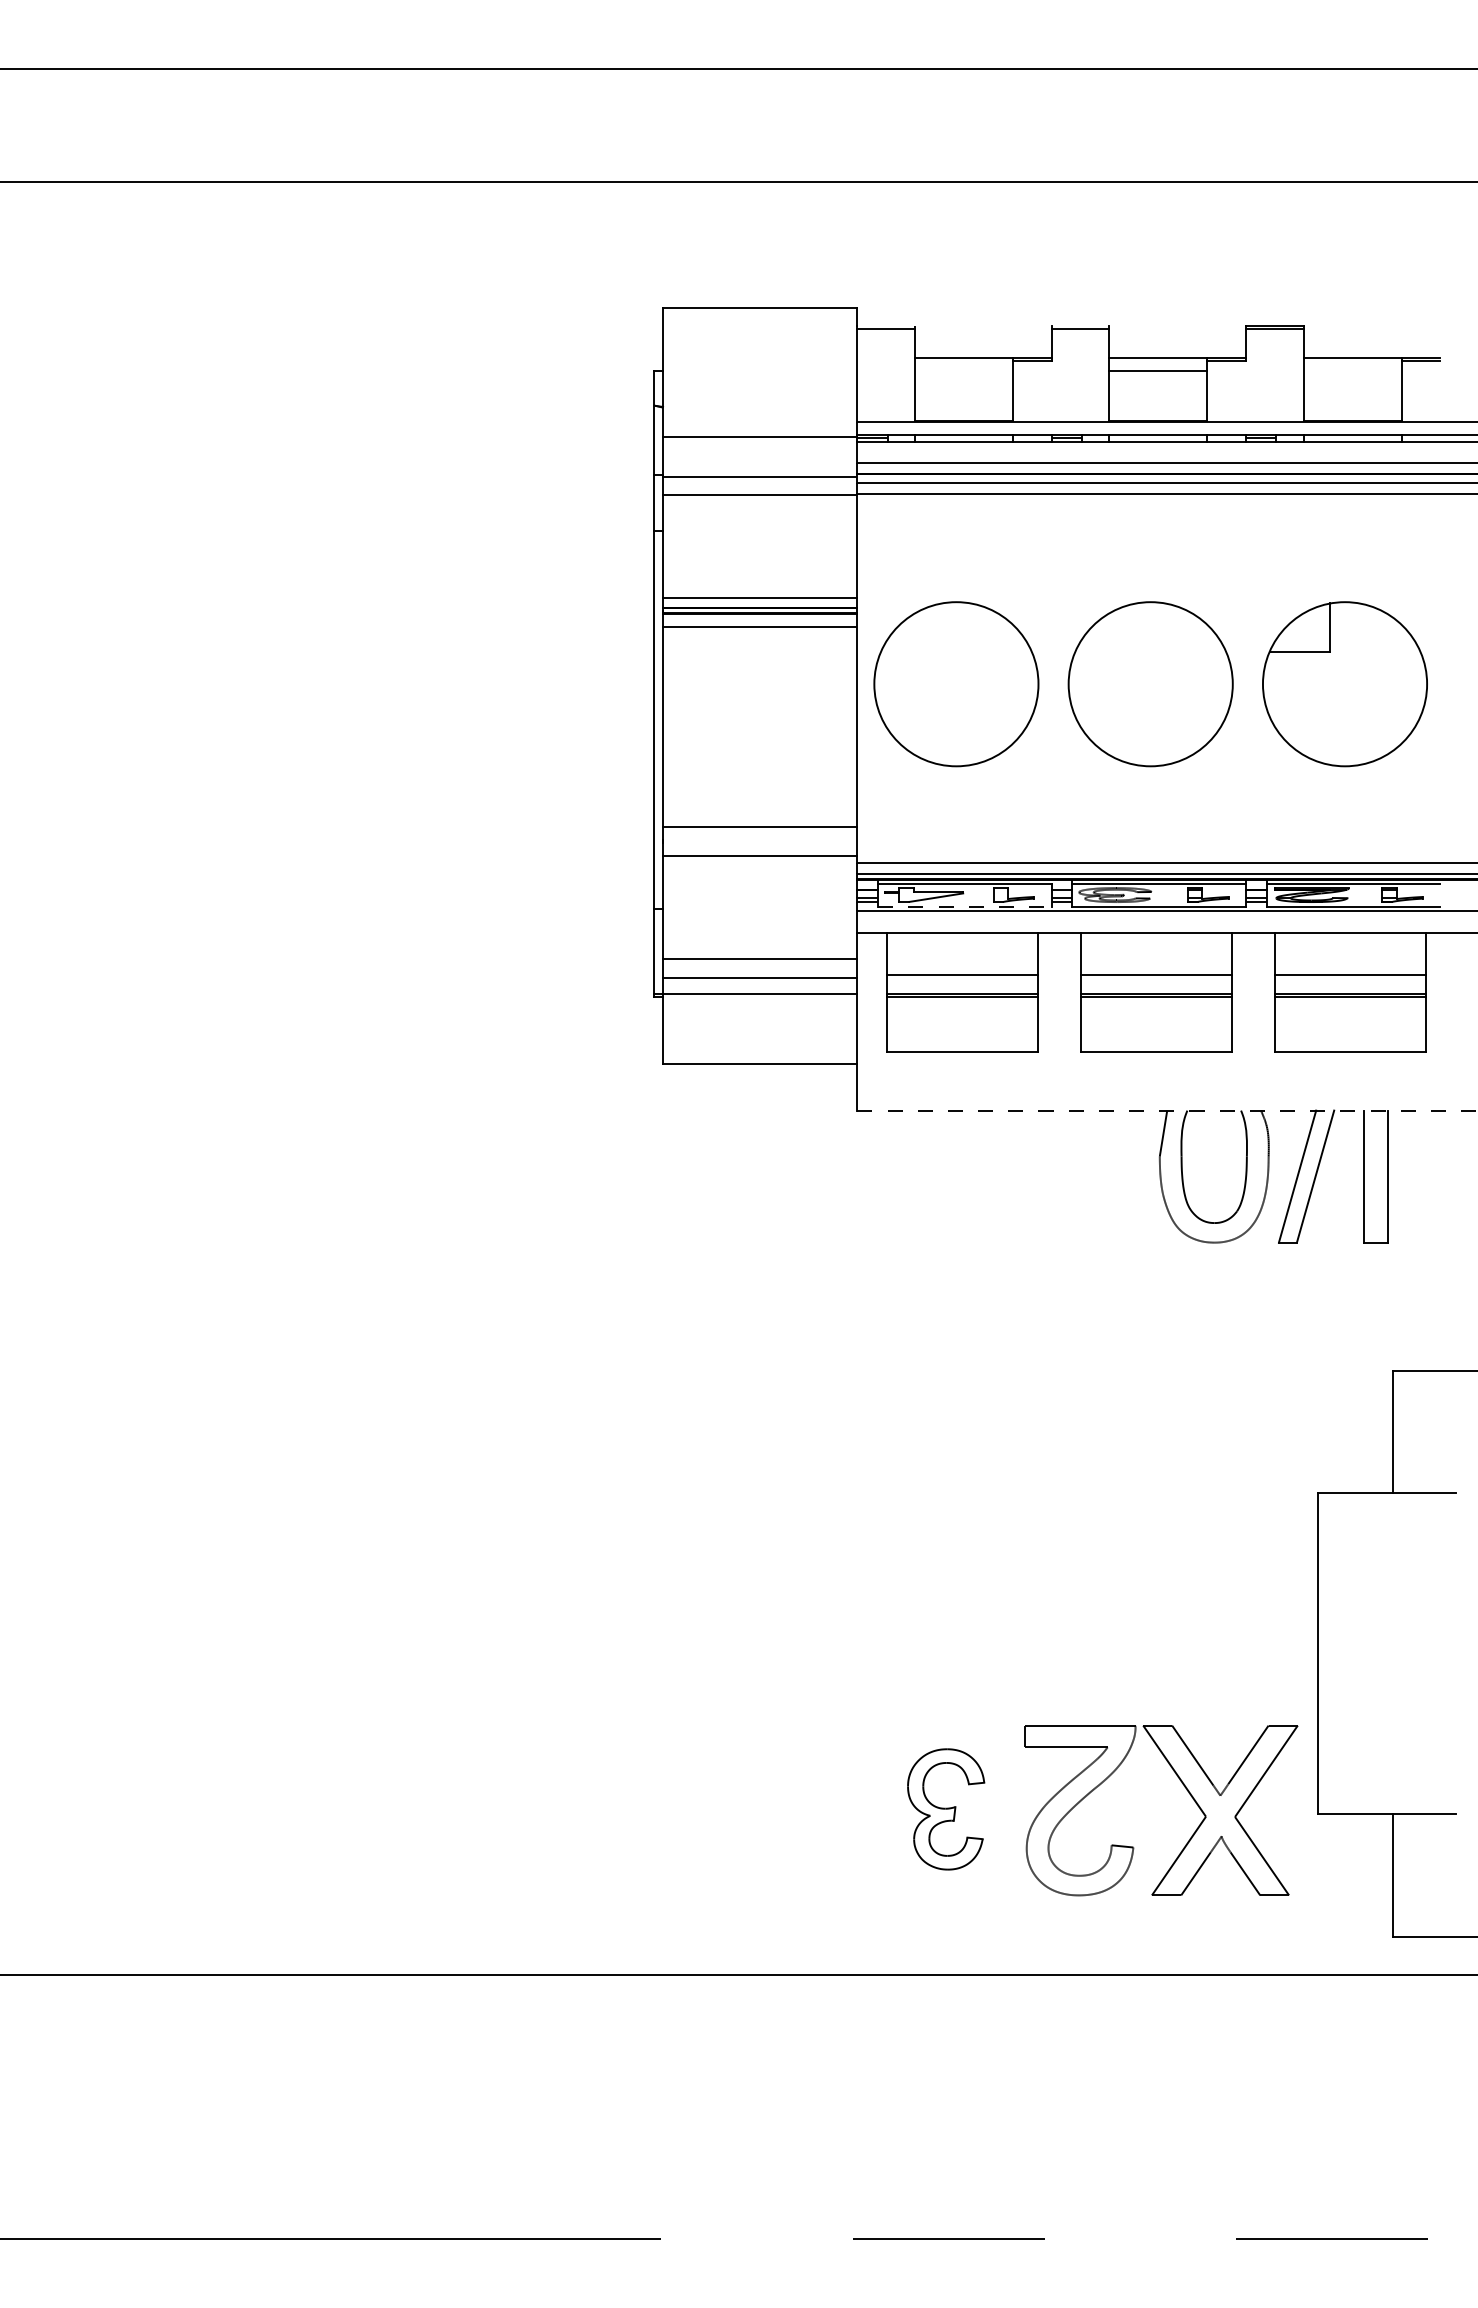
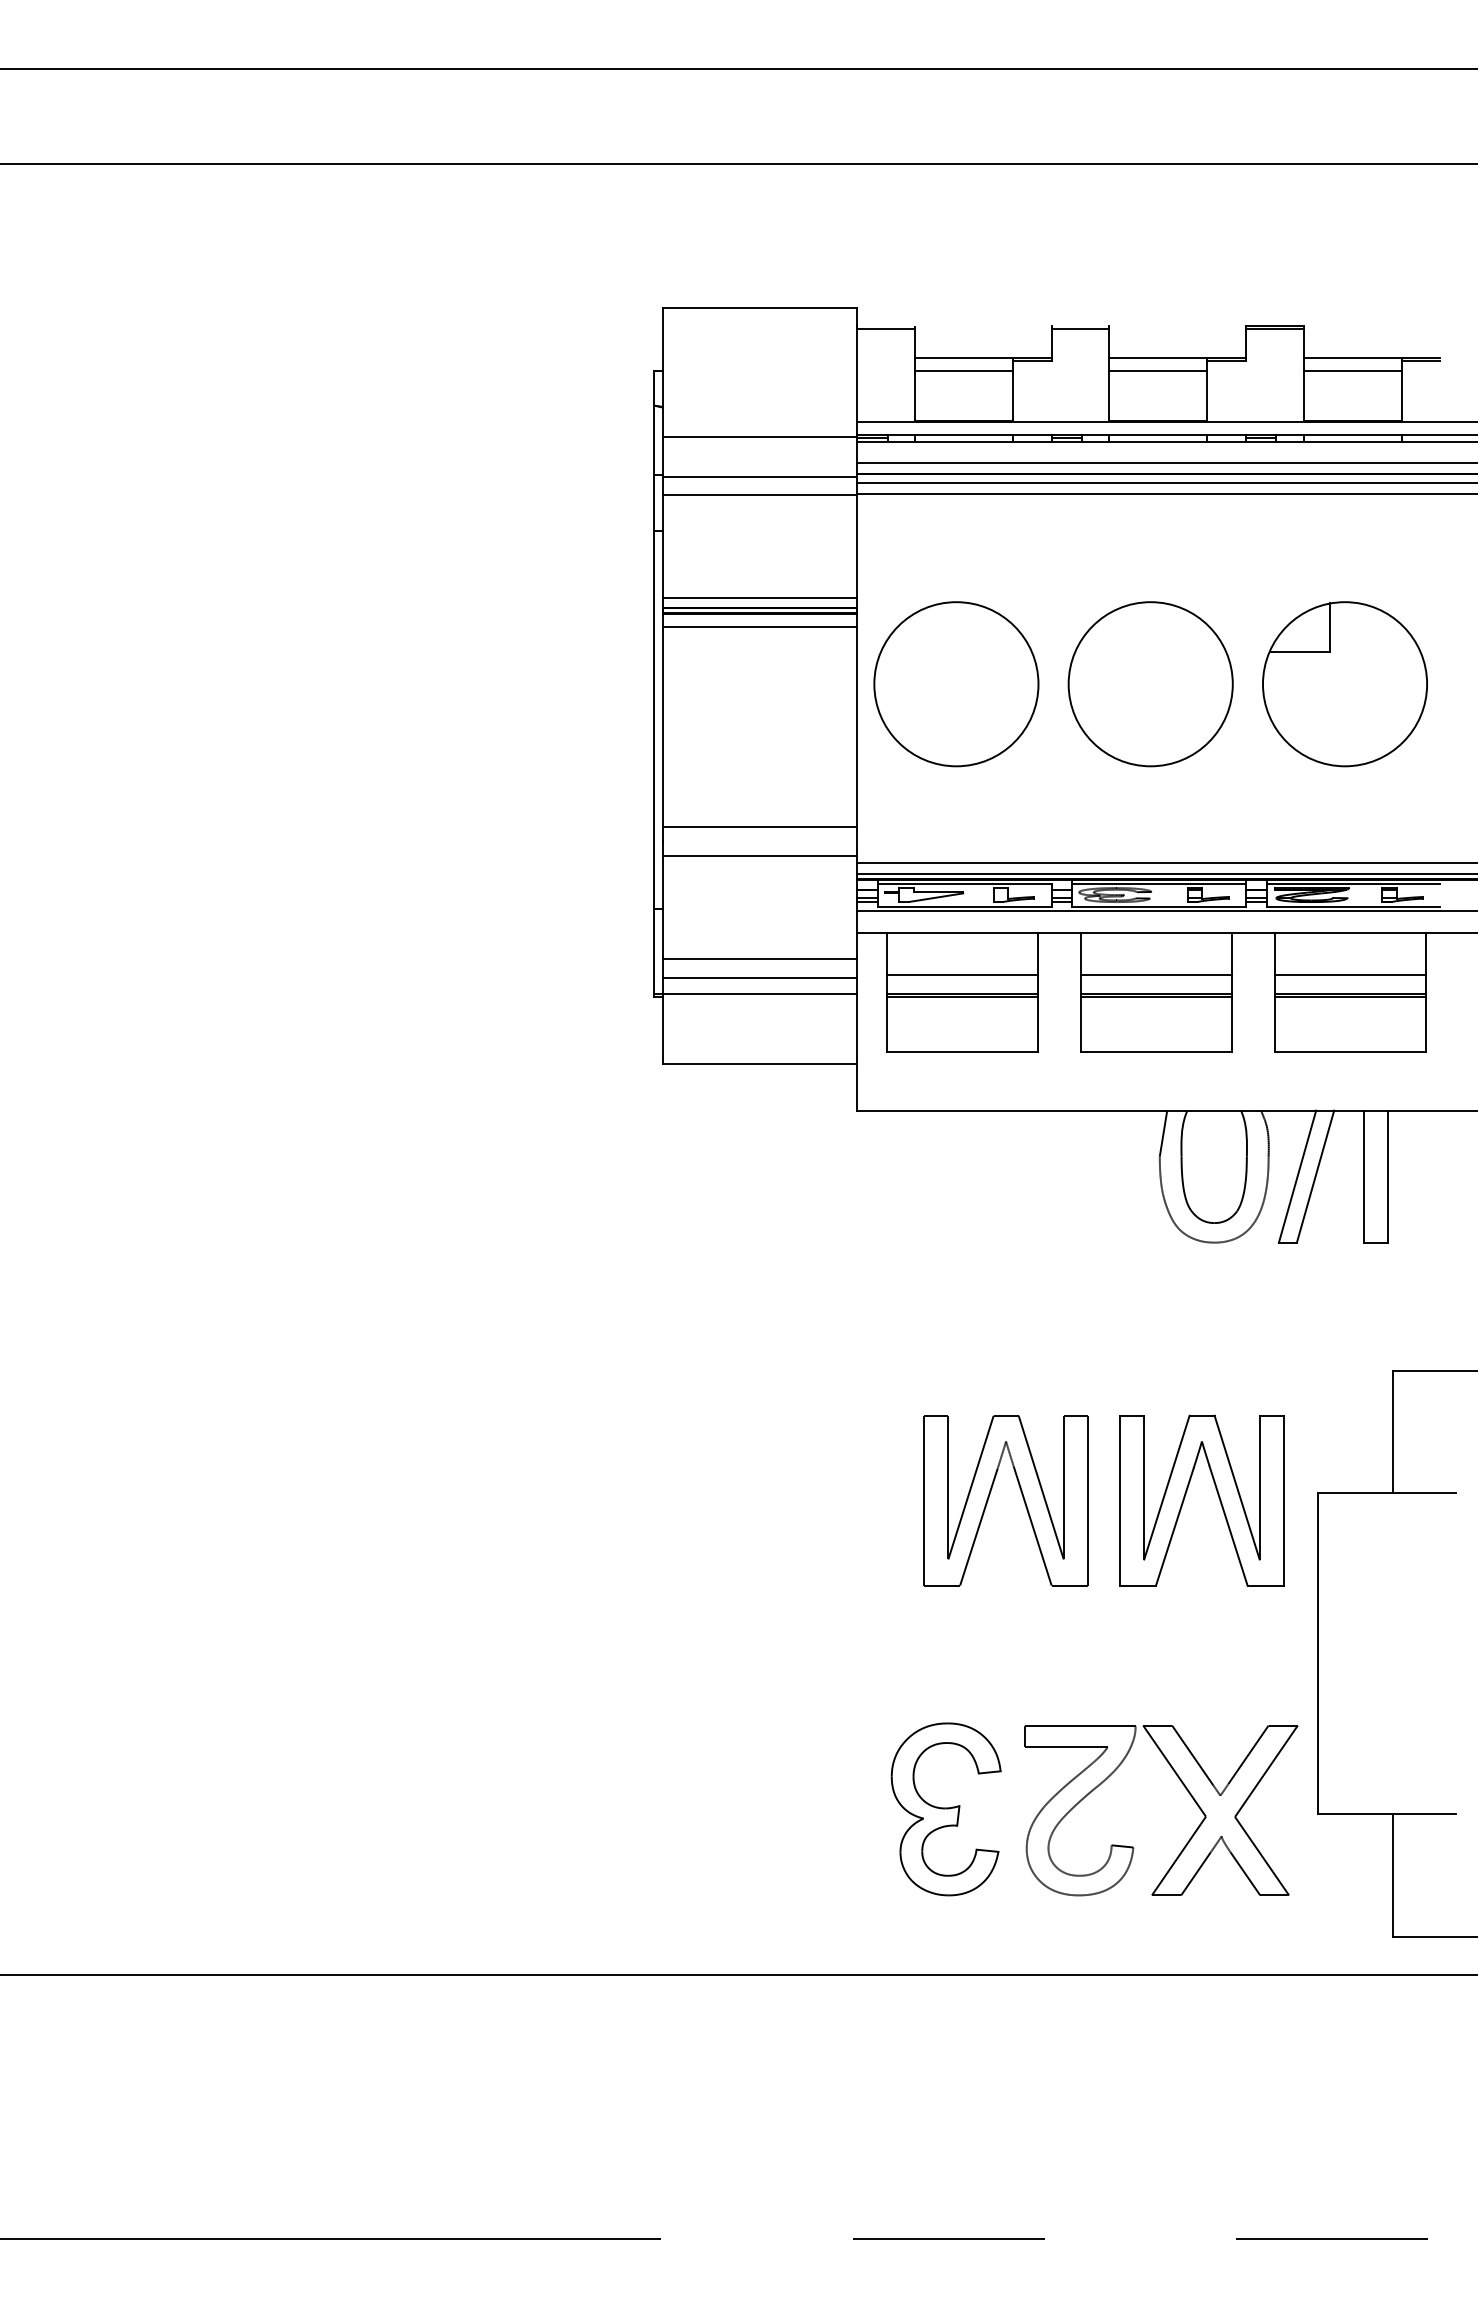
line at (738, 181) position: (738, 181) -> (738, 163)
line at (963, 371): none -> present
line at (1352, 371): none -> present
line at (964, 906): dashed -> solid
line at (1167, 1110): dashed -> solid
part at (990, 1494): none -> present
part at (1186, 1494): none -> present
part at (946, 1809) size: 79x123 px -> 112x175 px
